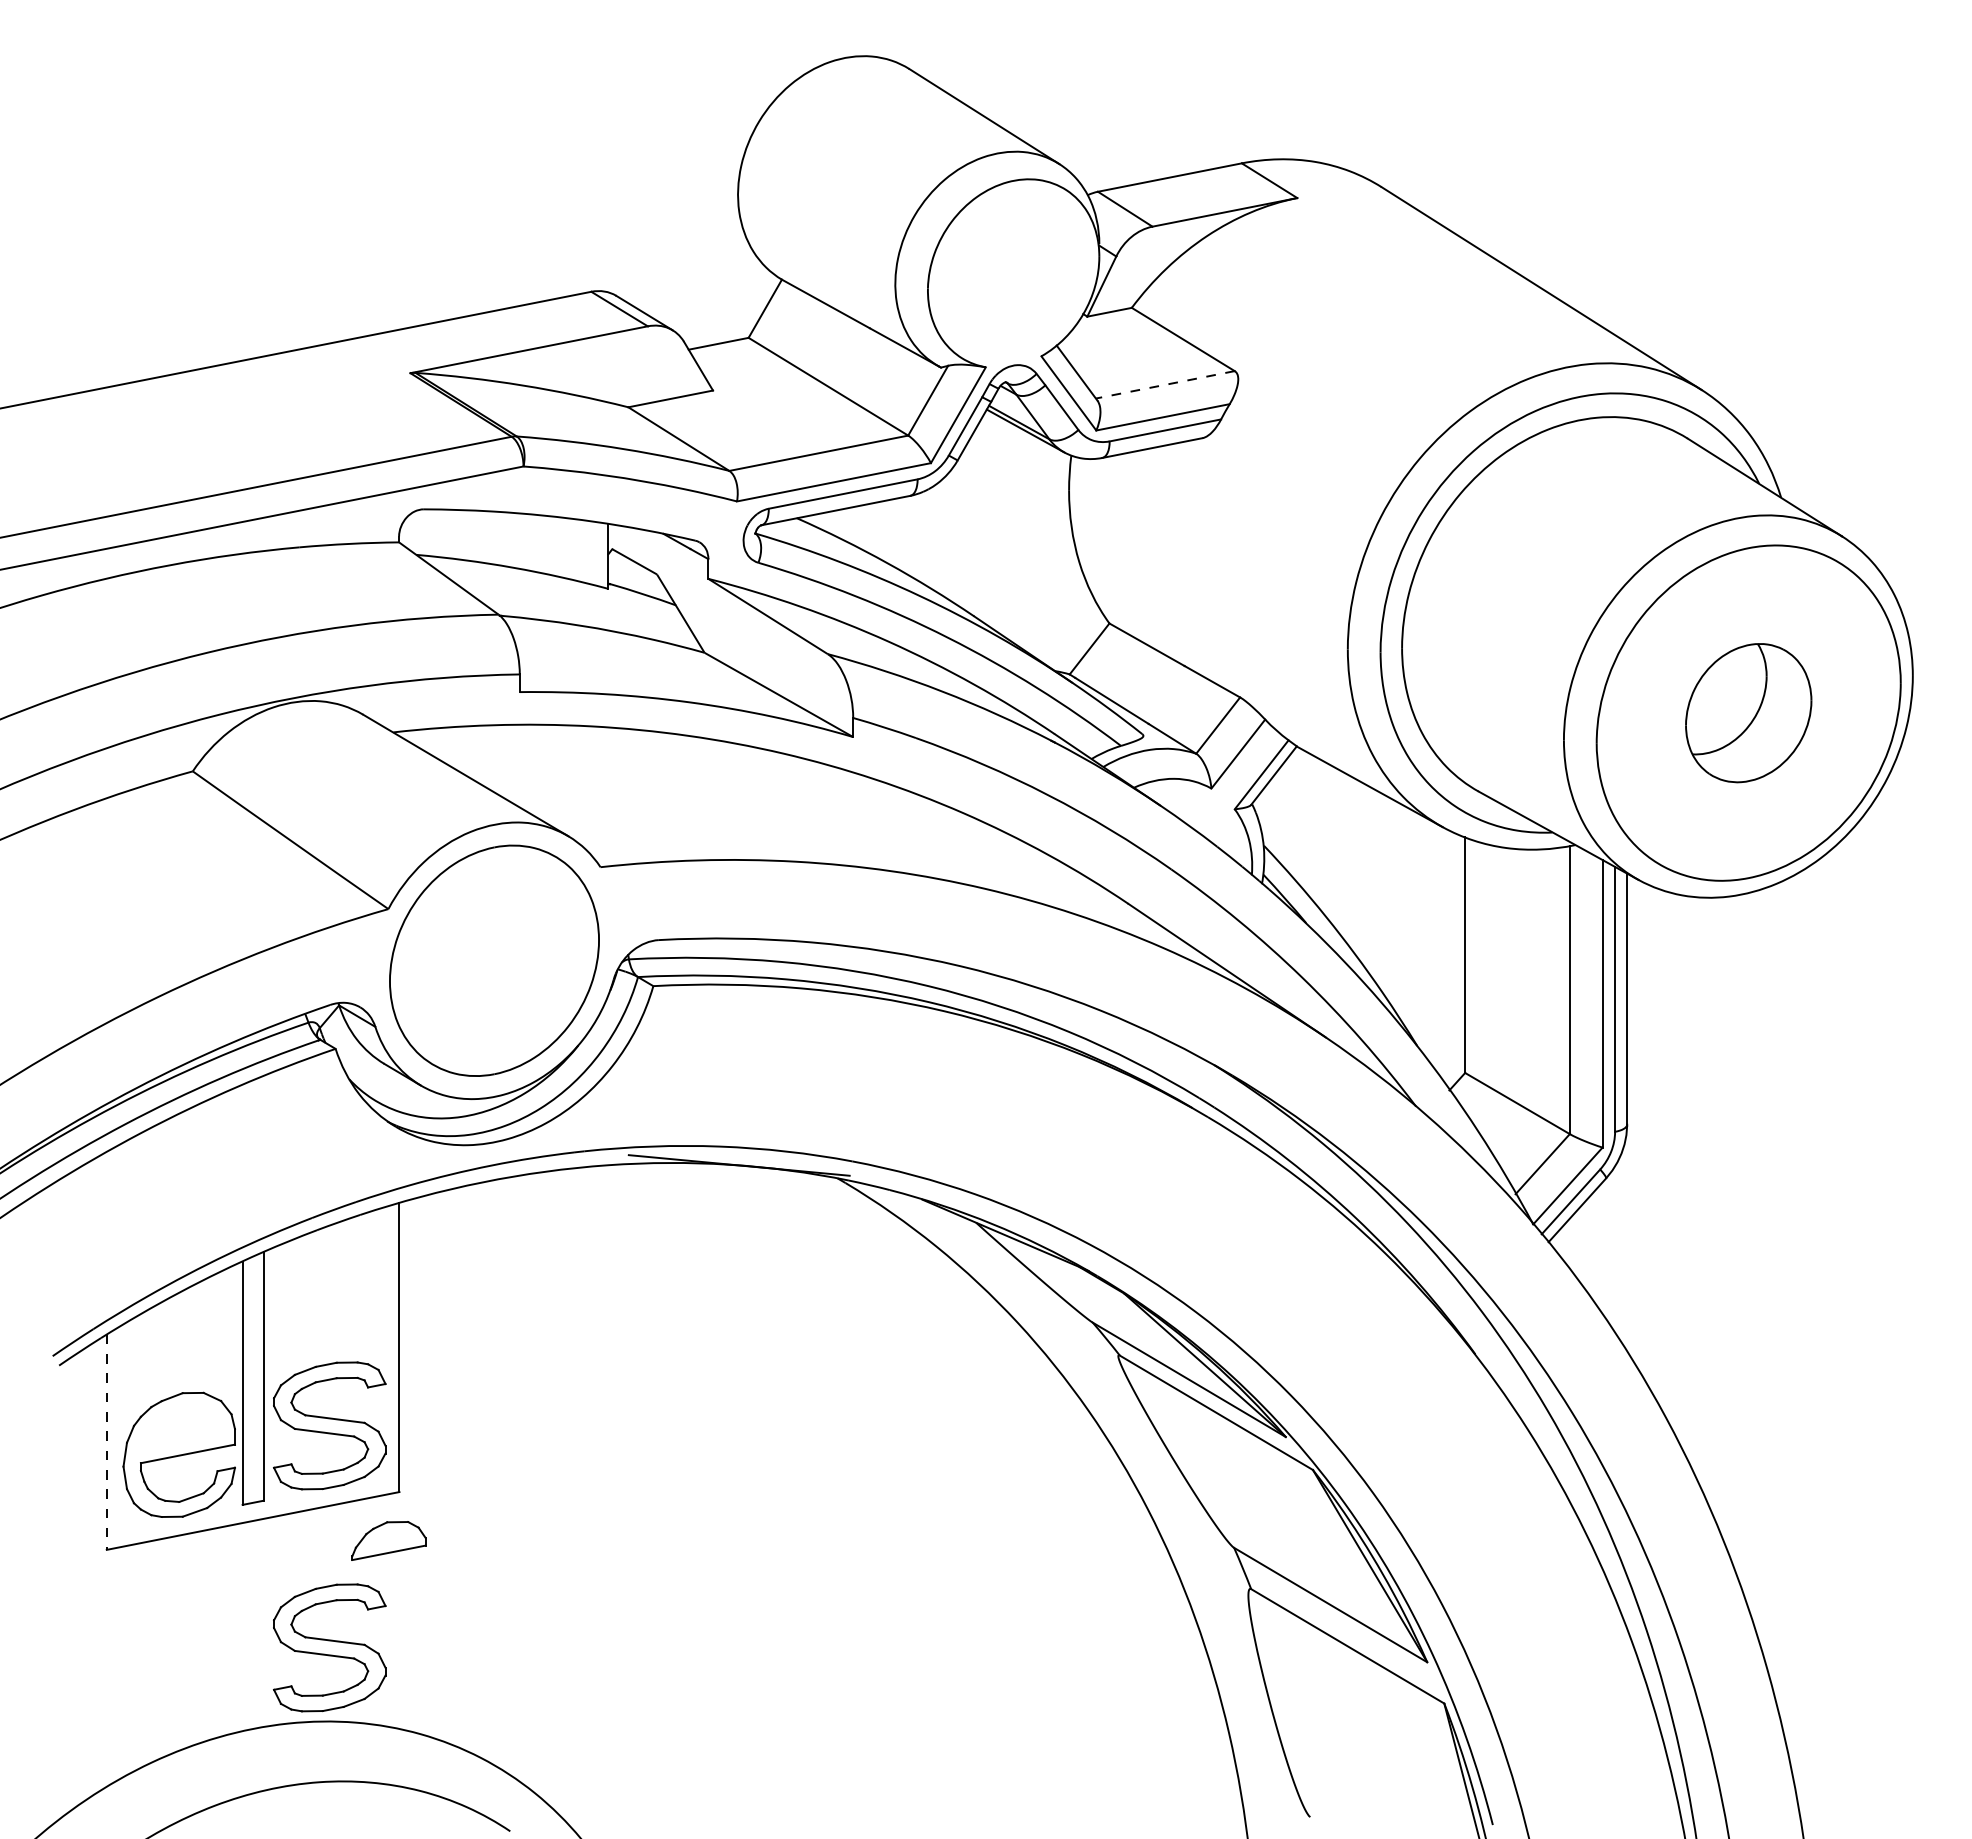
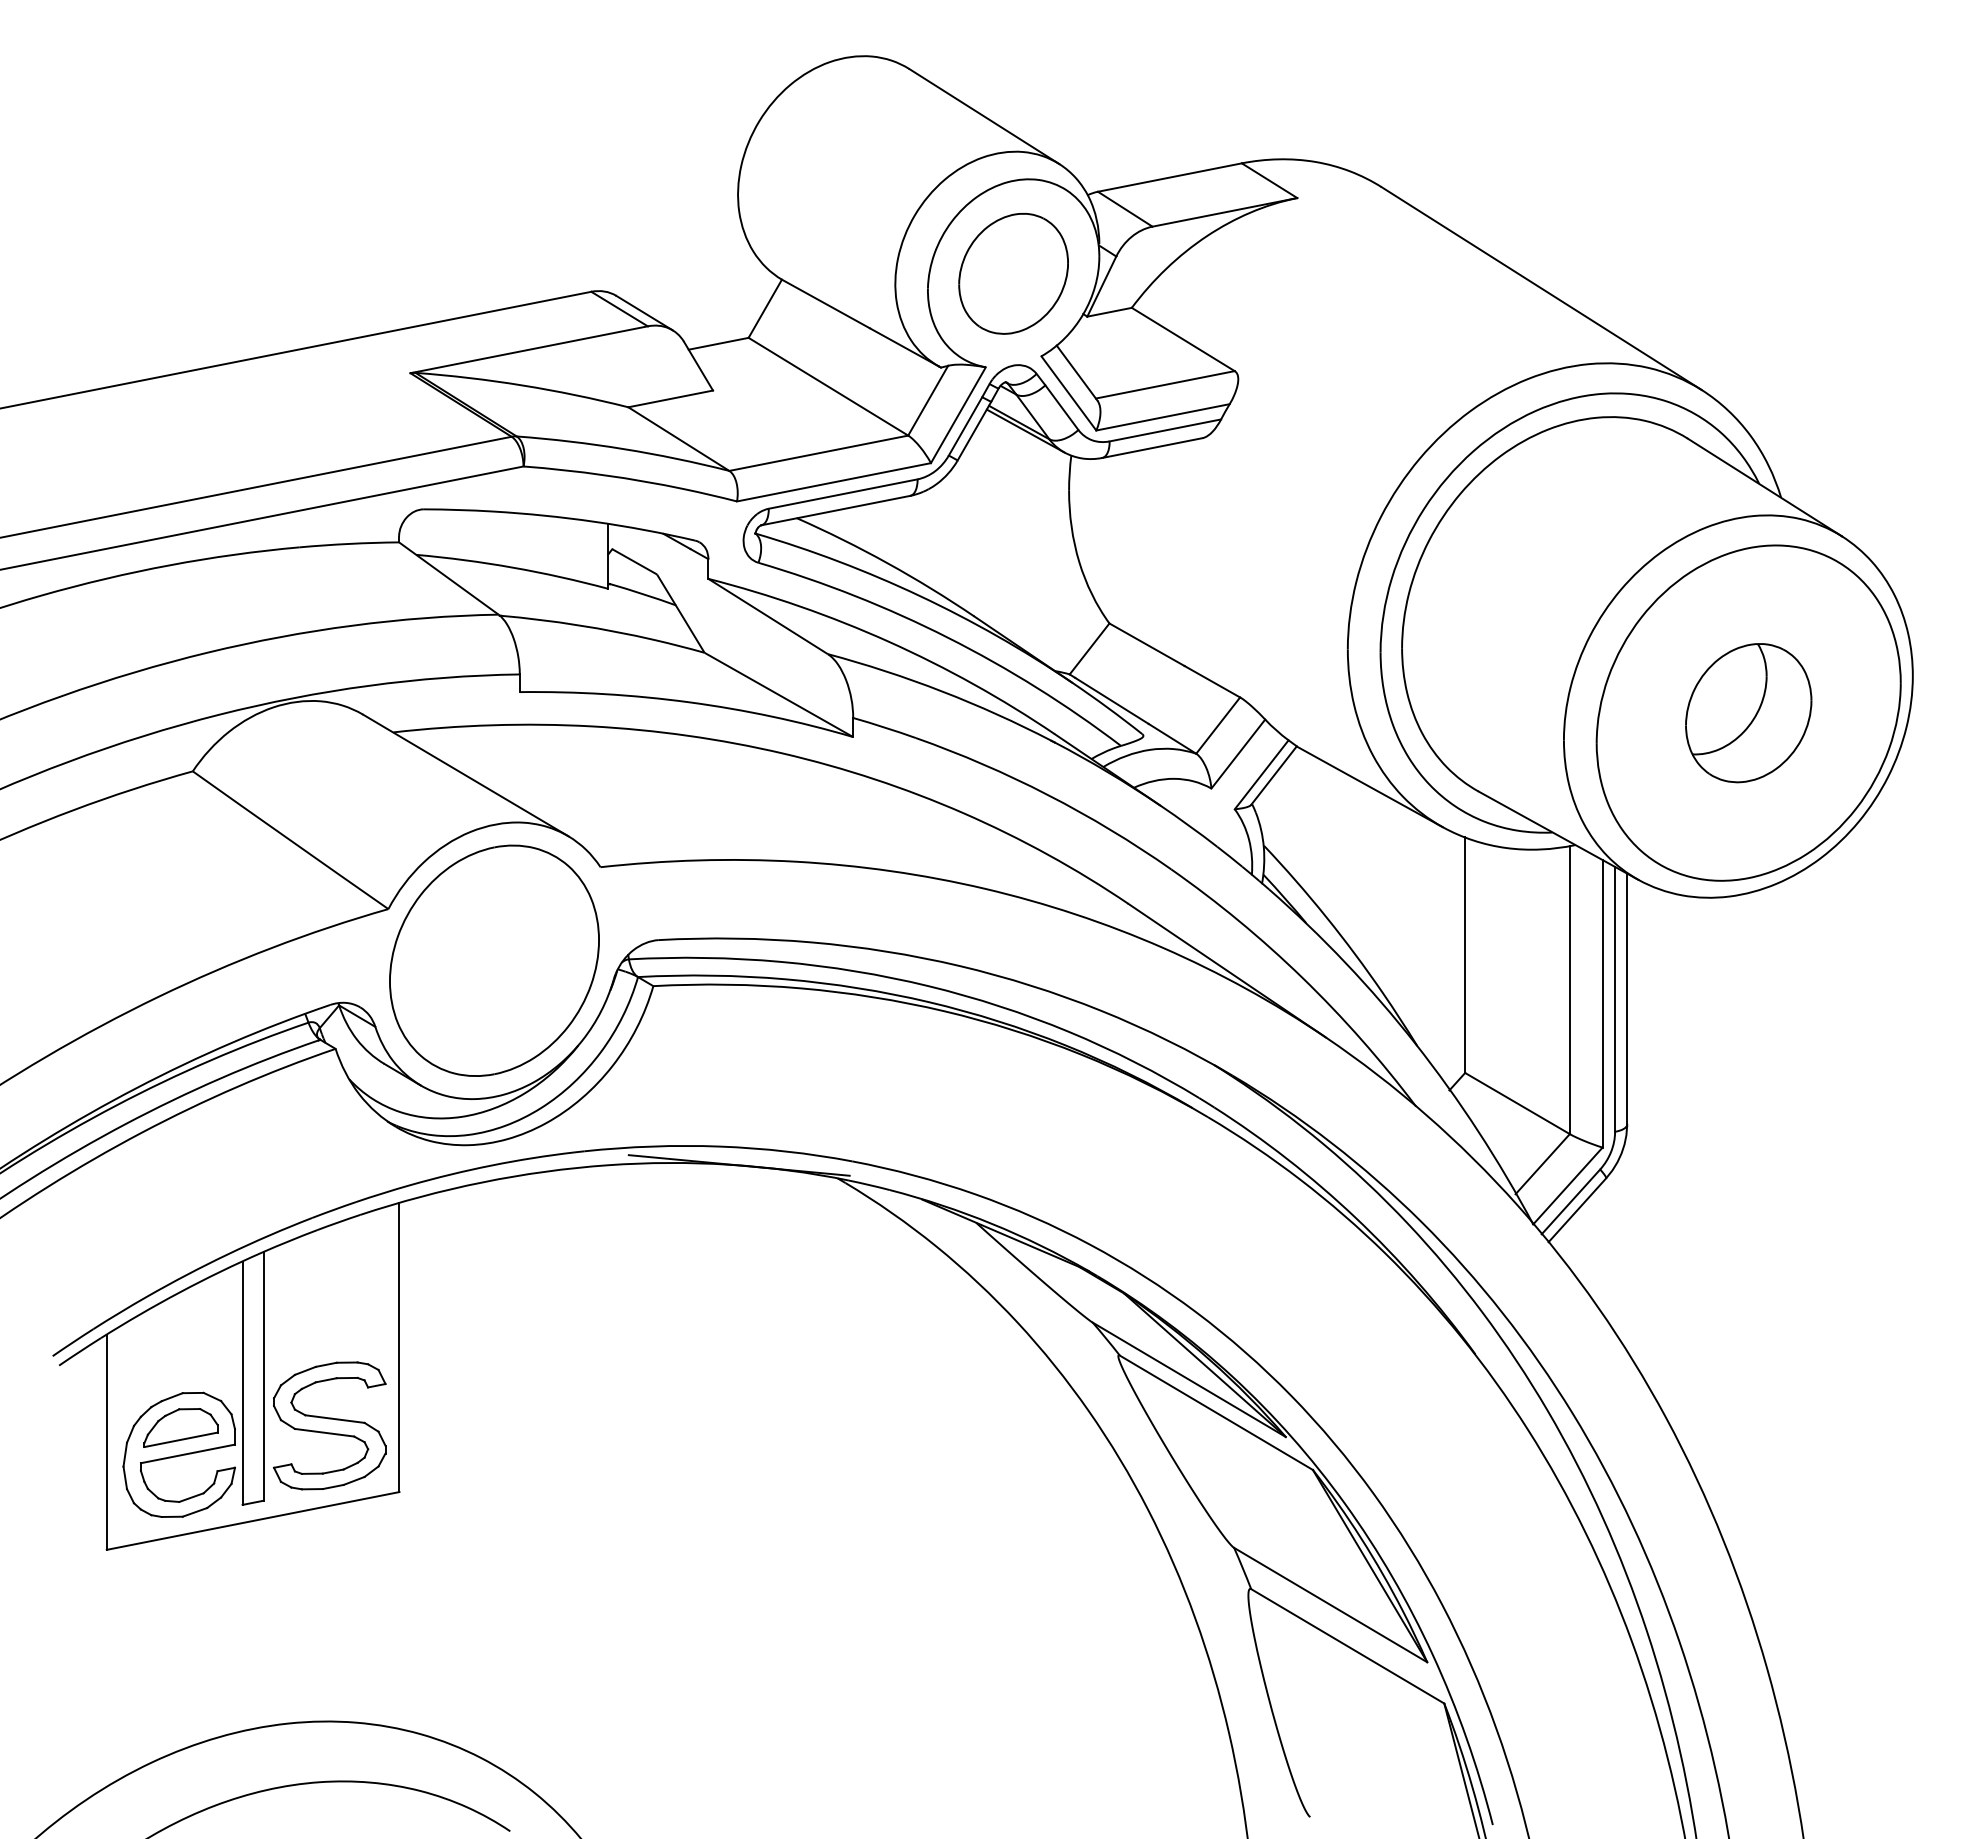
part at (1013, 273): none -> present
line at (1165, 384): dashed -> solid
line at (106, 1442): dashed -> solid
part at (388, 1540) position: (388, 1540) -> (180, 1427)
part at (329, 1647): present -> none
